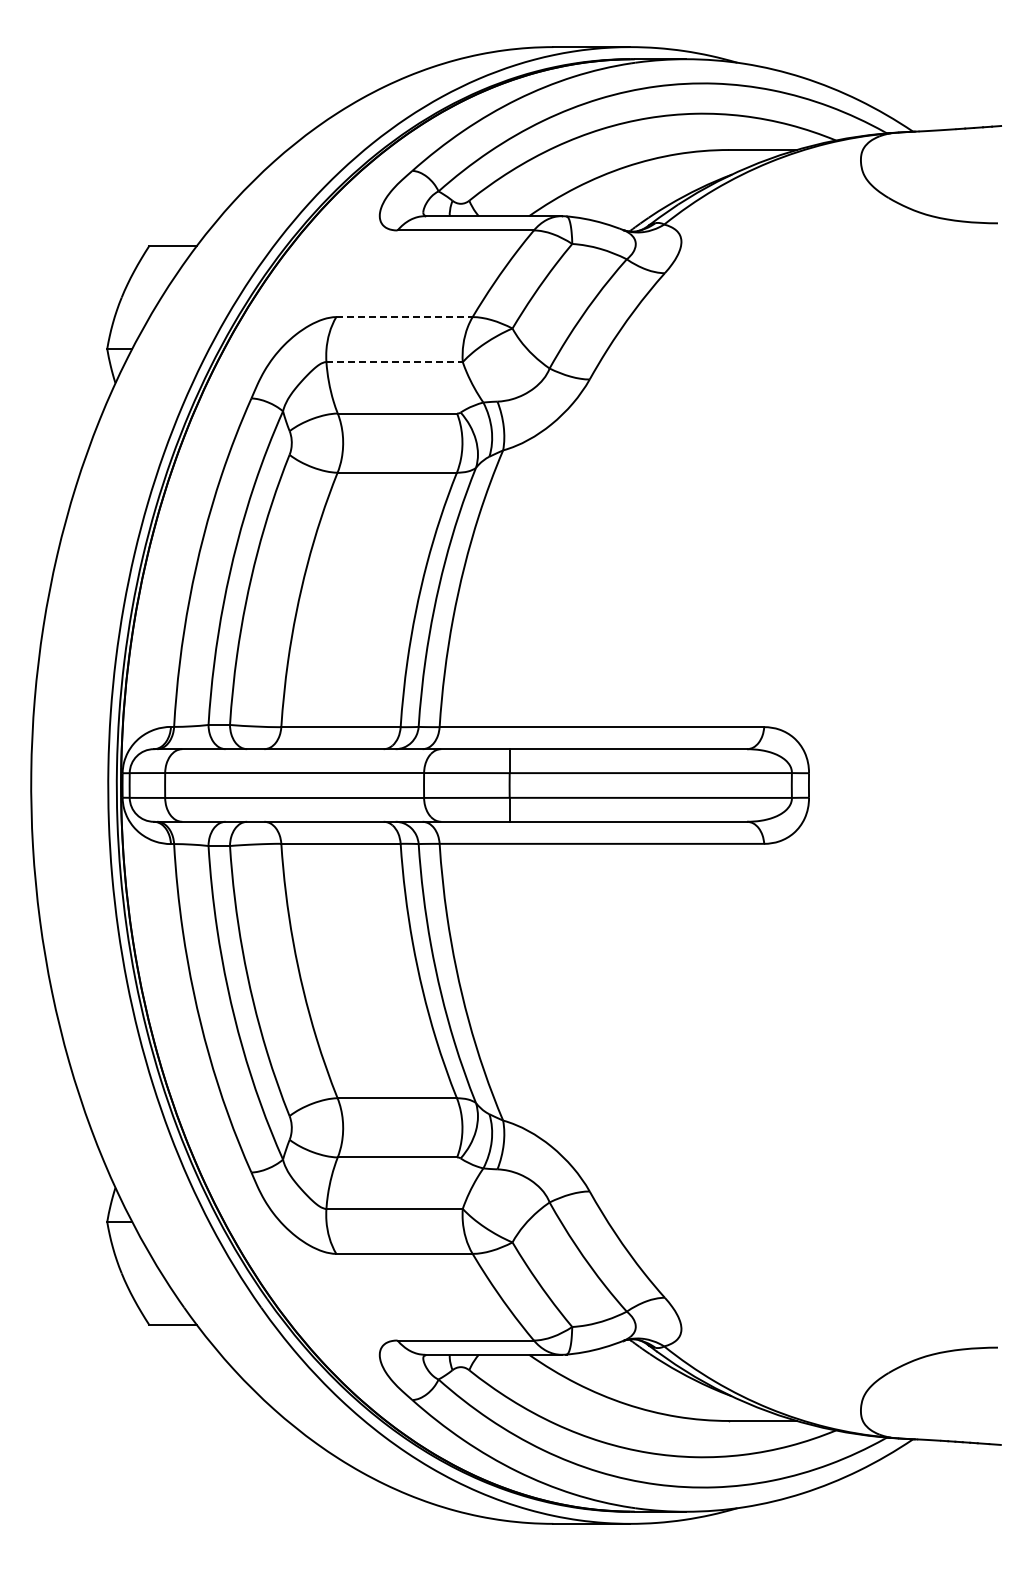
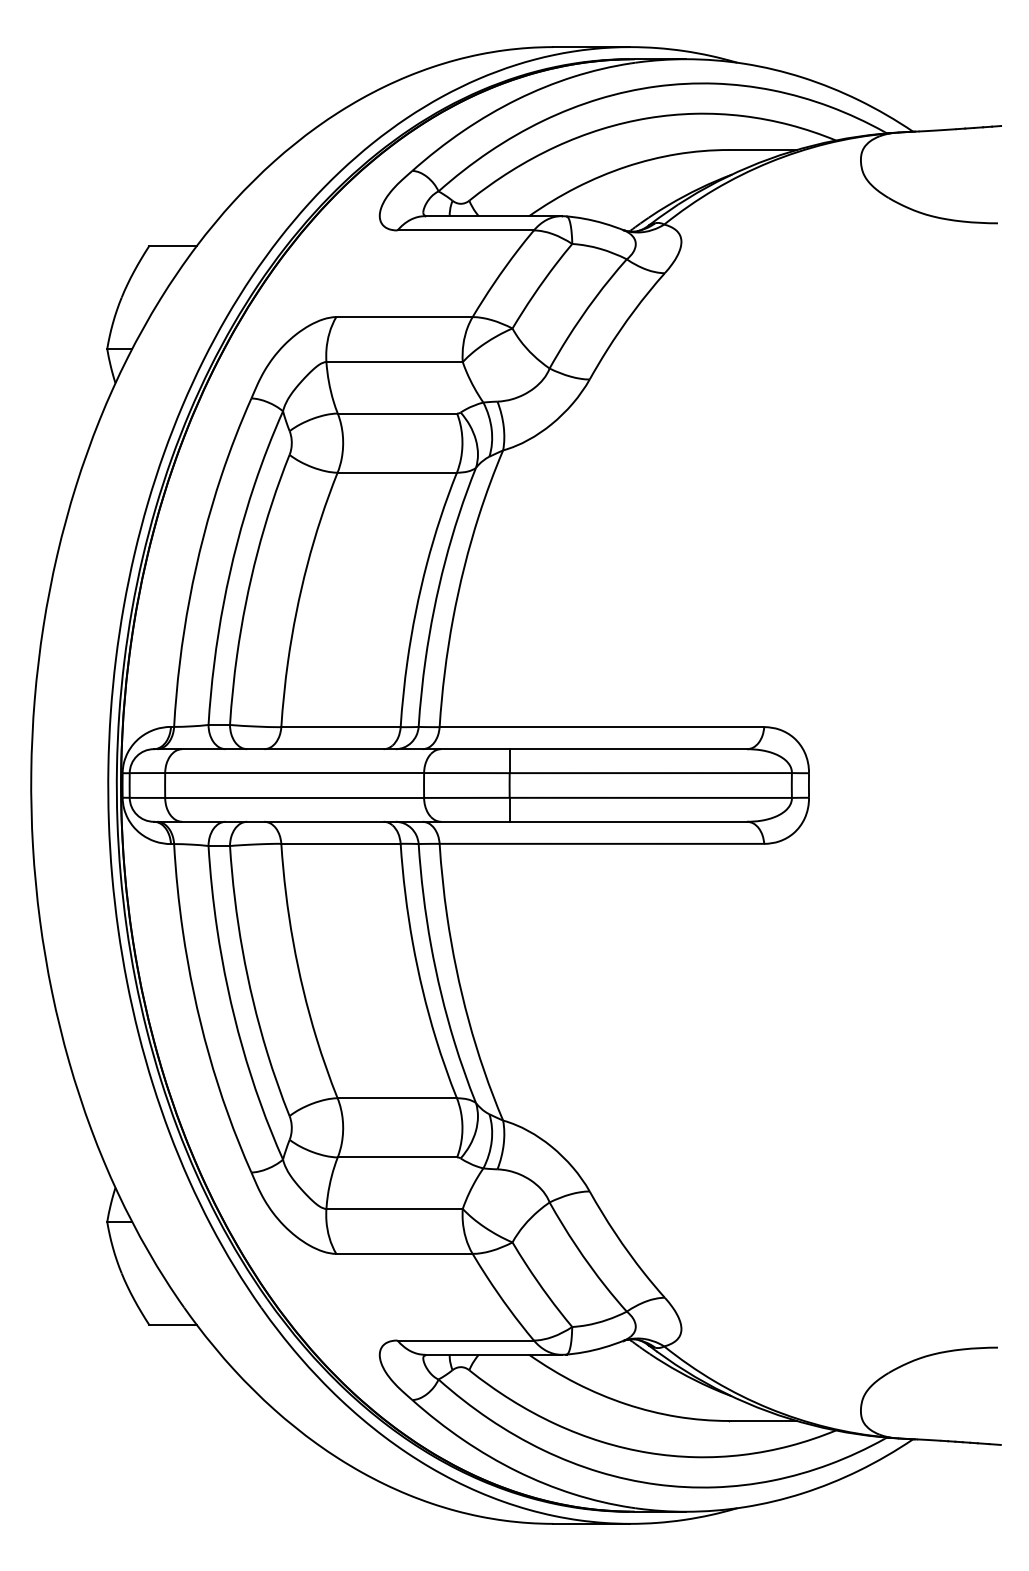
line at (405, 317): dashed -> solid
line at (395, 362): dashed -> solid
